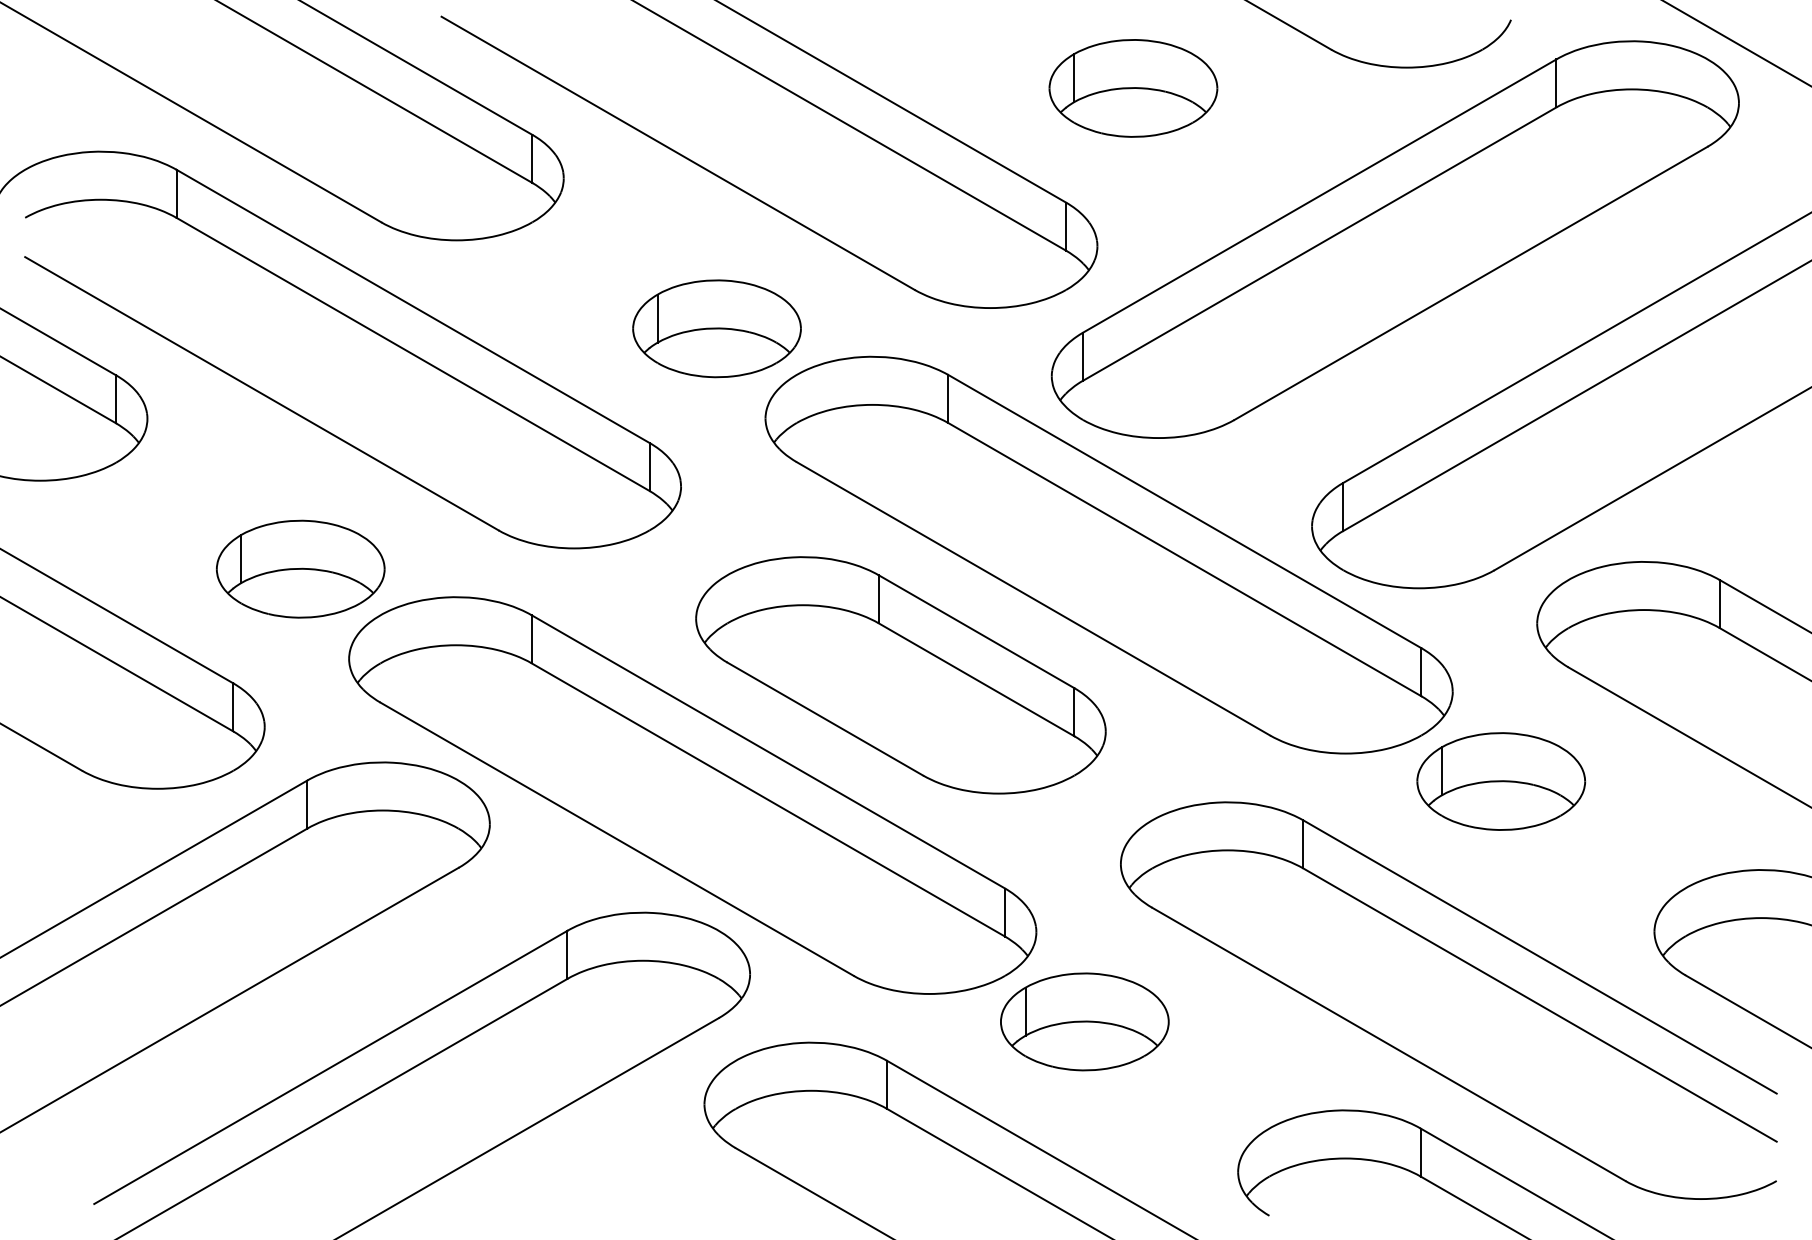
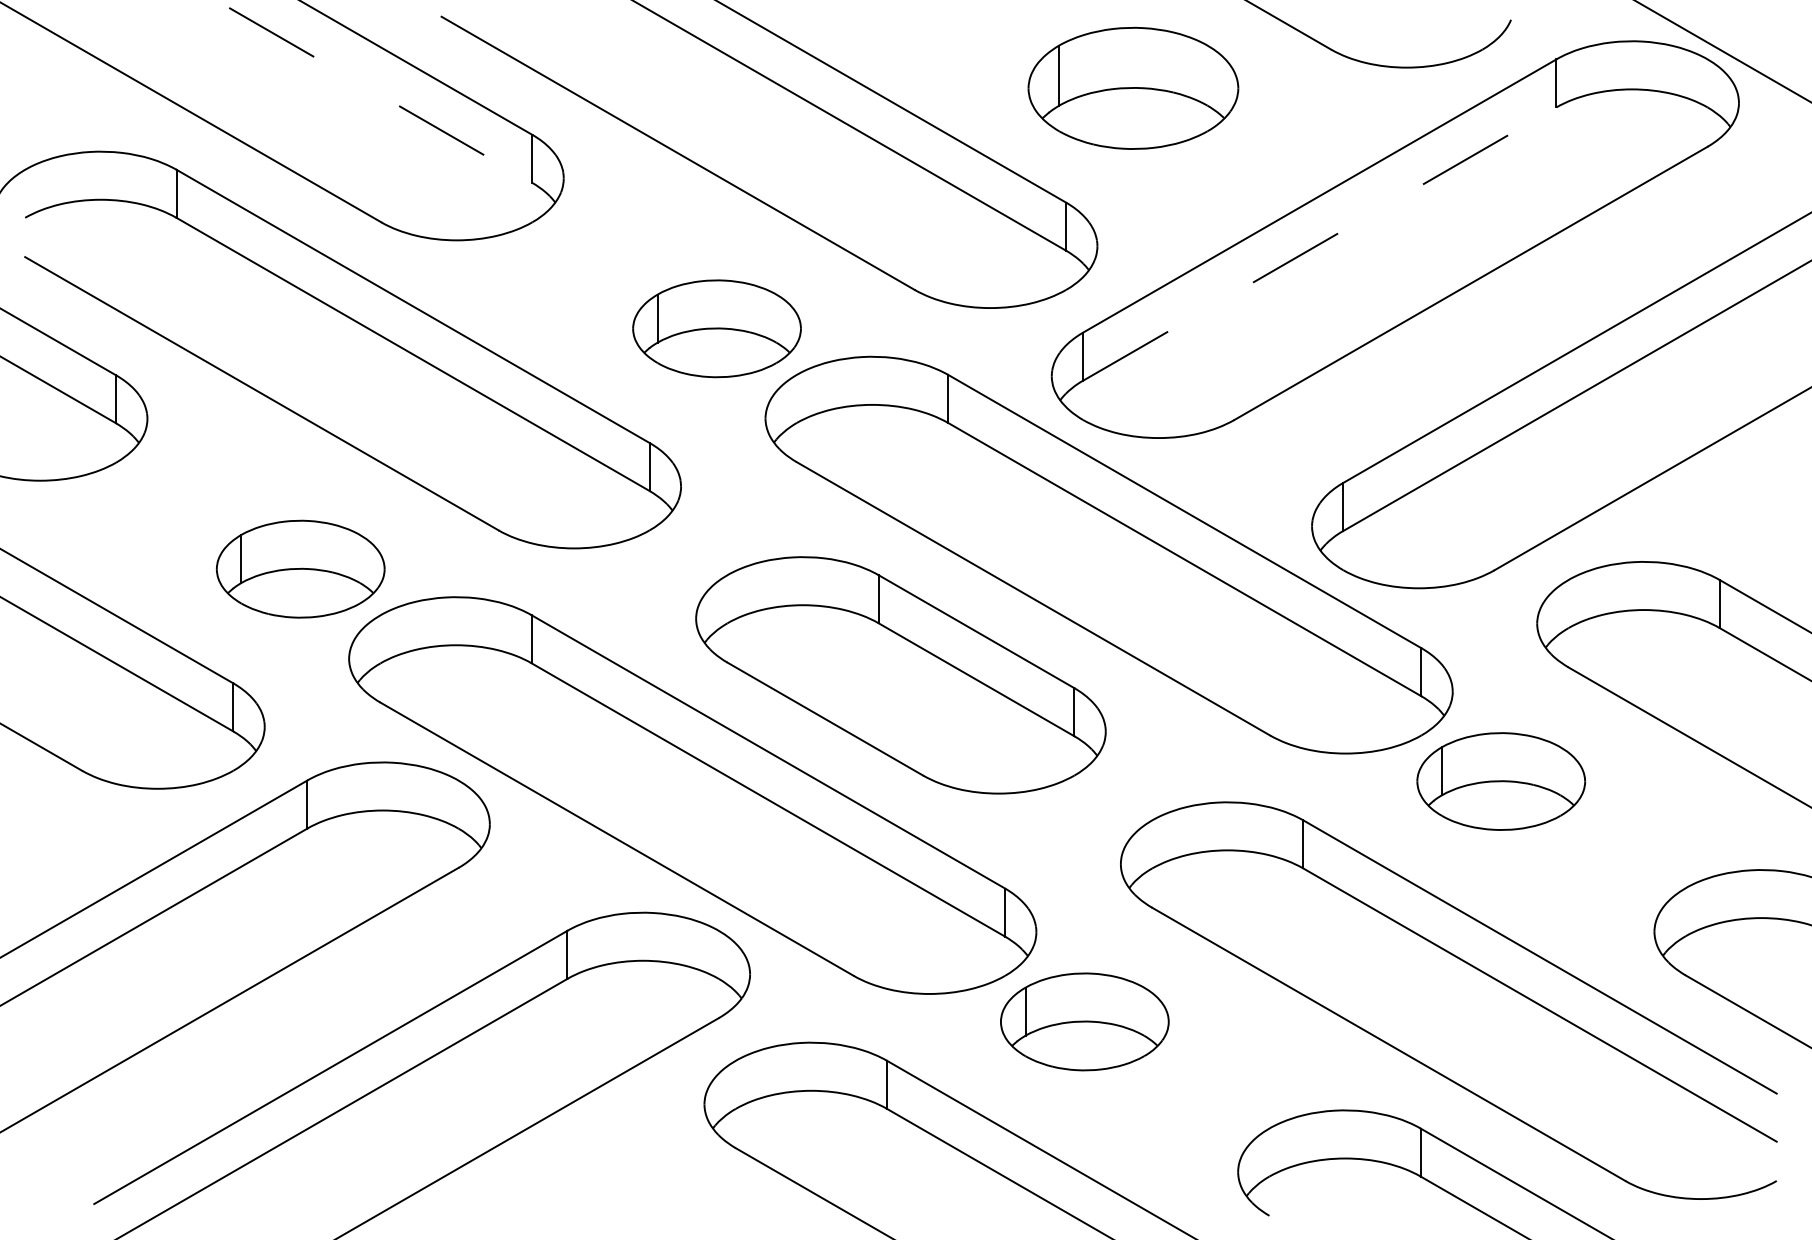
line at (1736, 43) position: (1736, 43) -> (1722, 51)
part at (1133, 88) size: 171x99 px -> 213x124 px
line at (374, 91): solid -> dashed
line at (1320, 243): solid -> dashed
